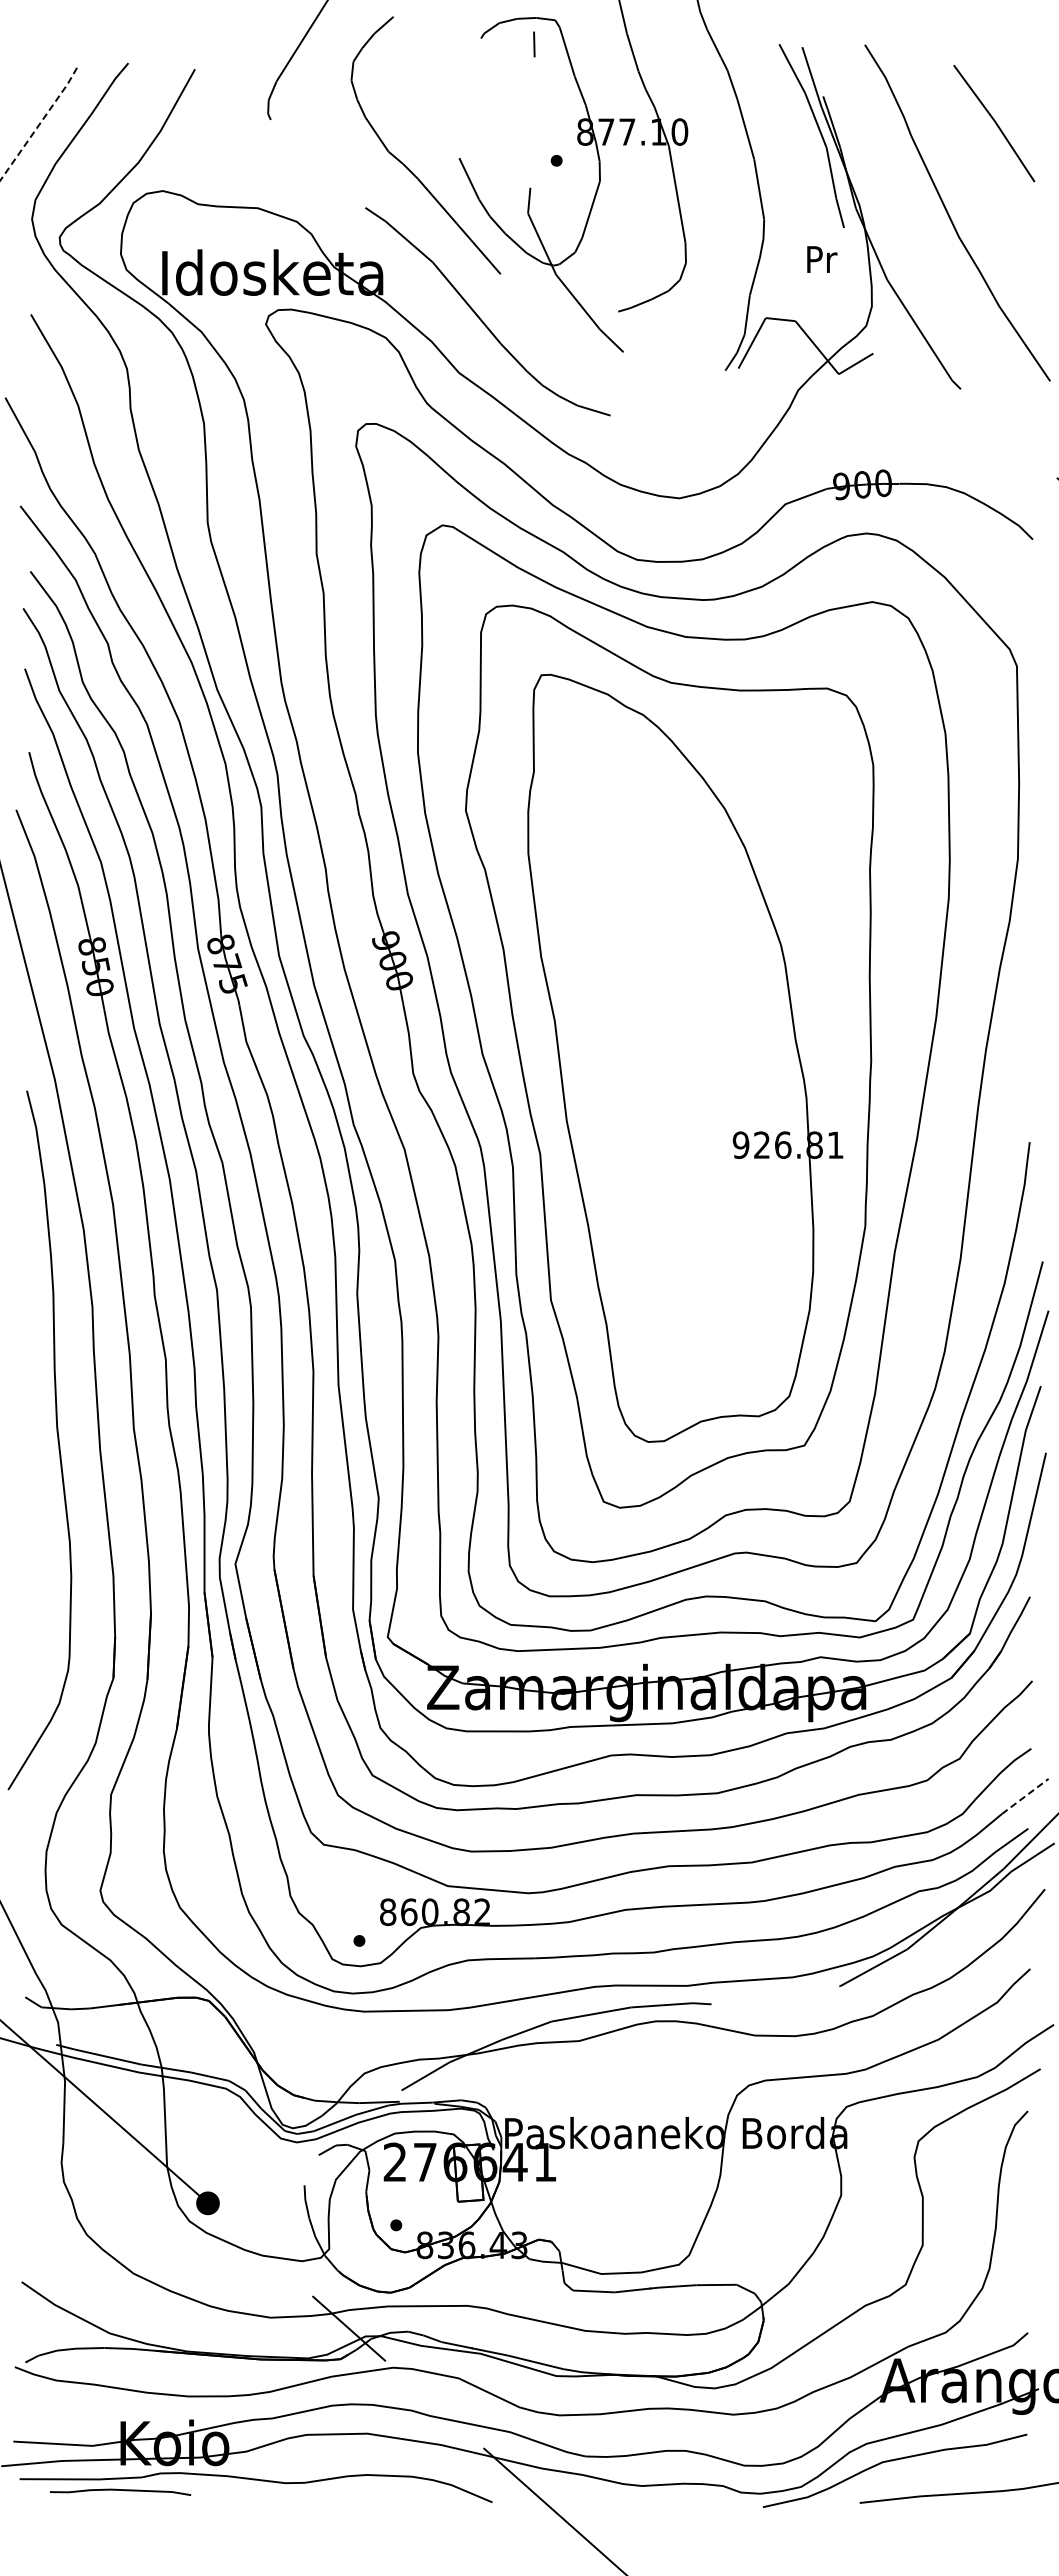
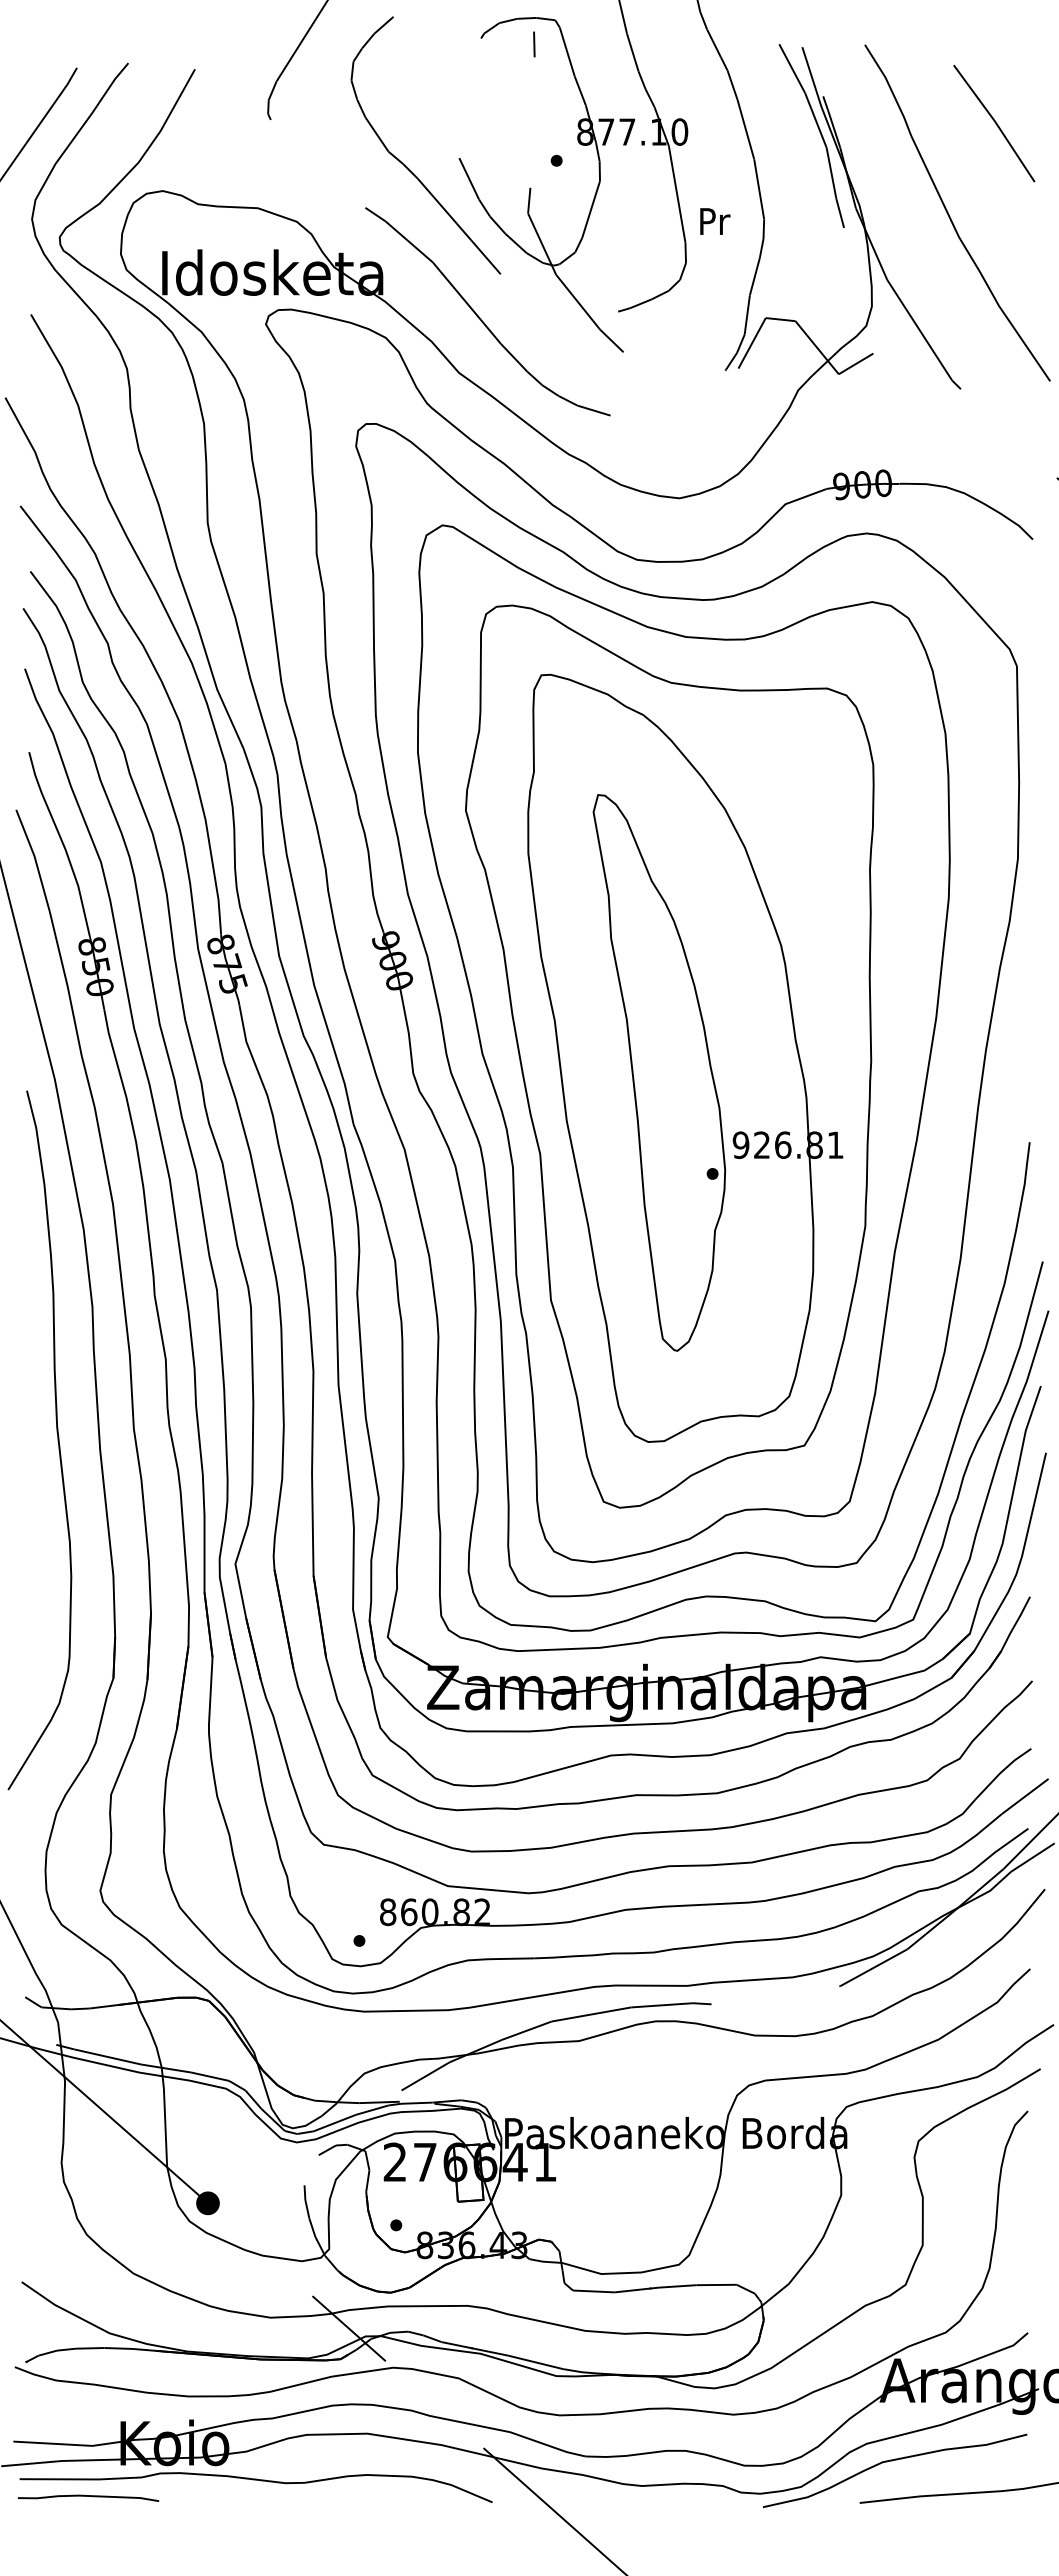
line at (40, 123): dashed -> solid
text at (822, 259) position: (822, 259) -> (715, 221)
part at (659, 1072): none -> present
line at (1025, 1796): dashed -> solid
curve at (120, 2490) position: (120, 2490) -> (88, 2496)
